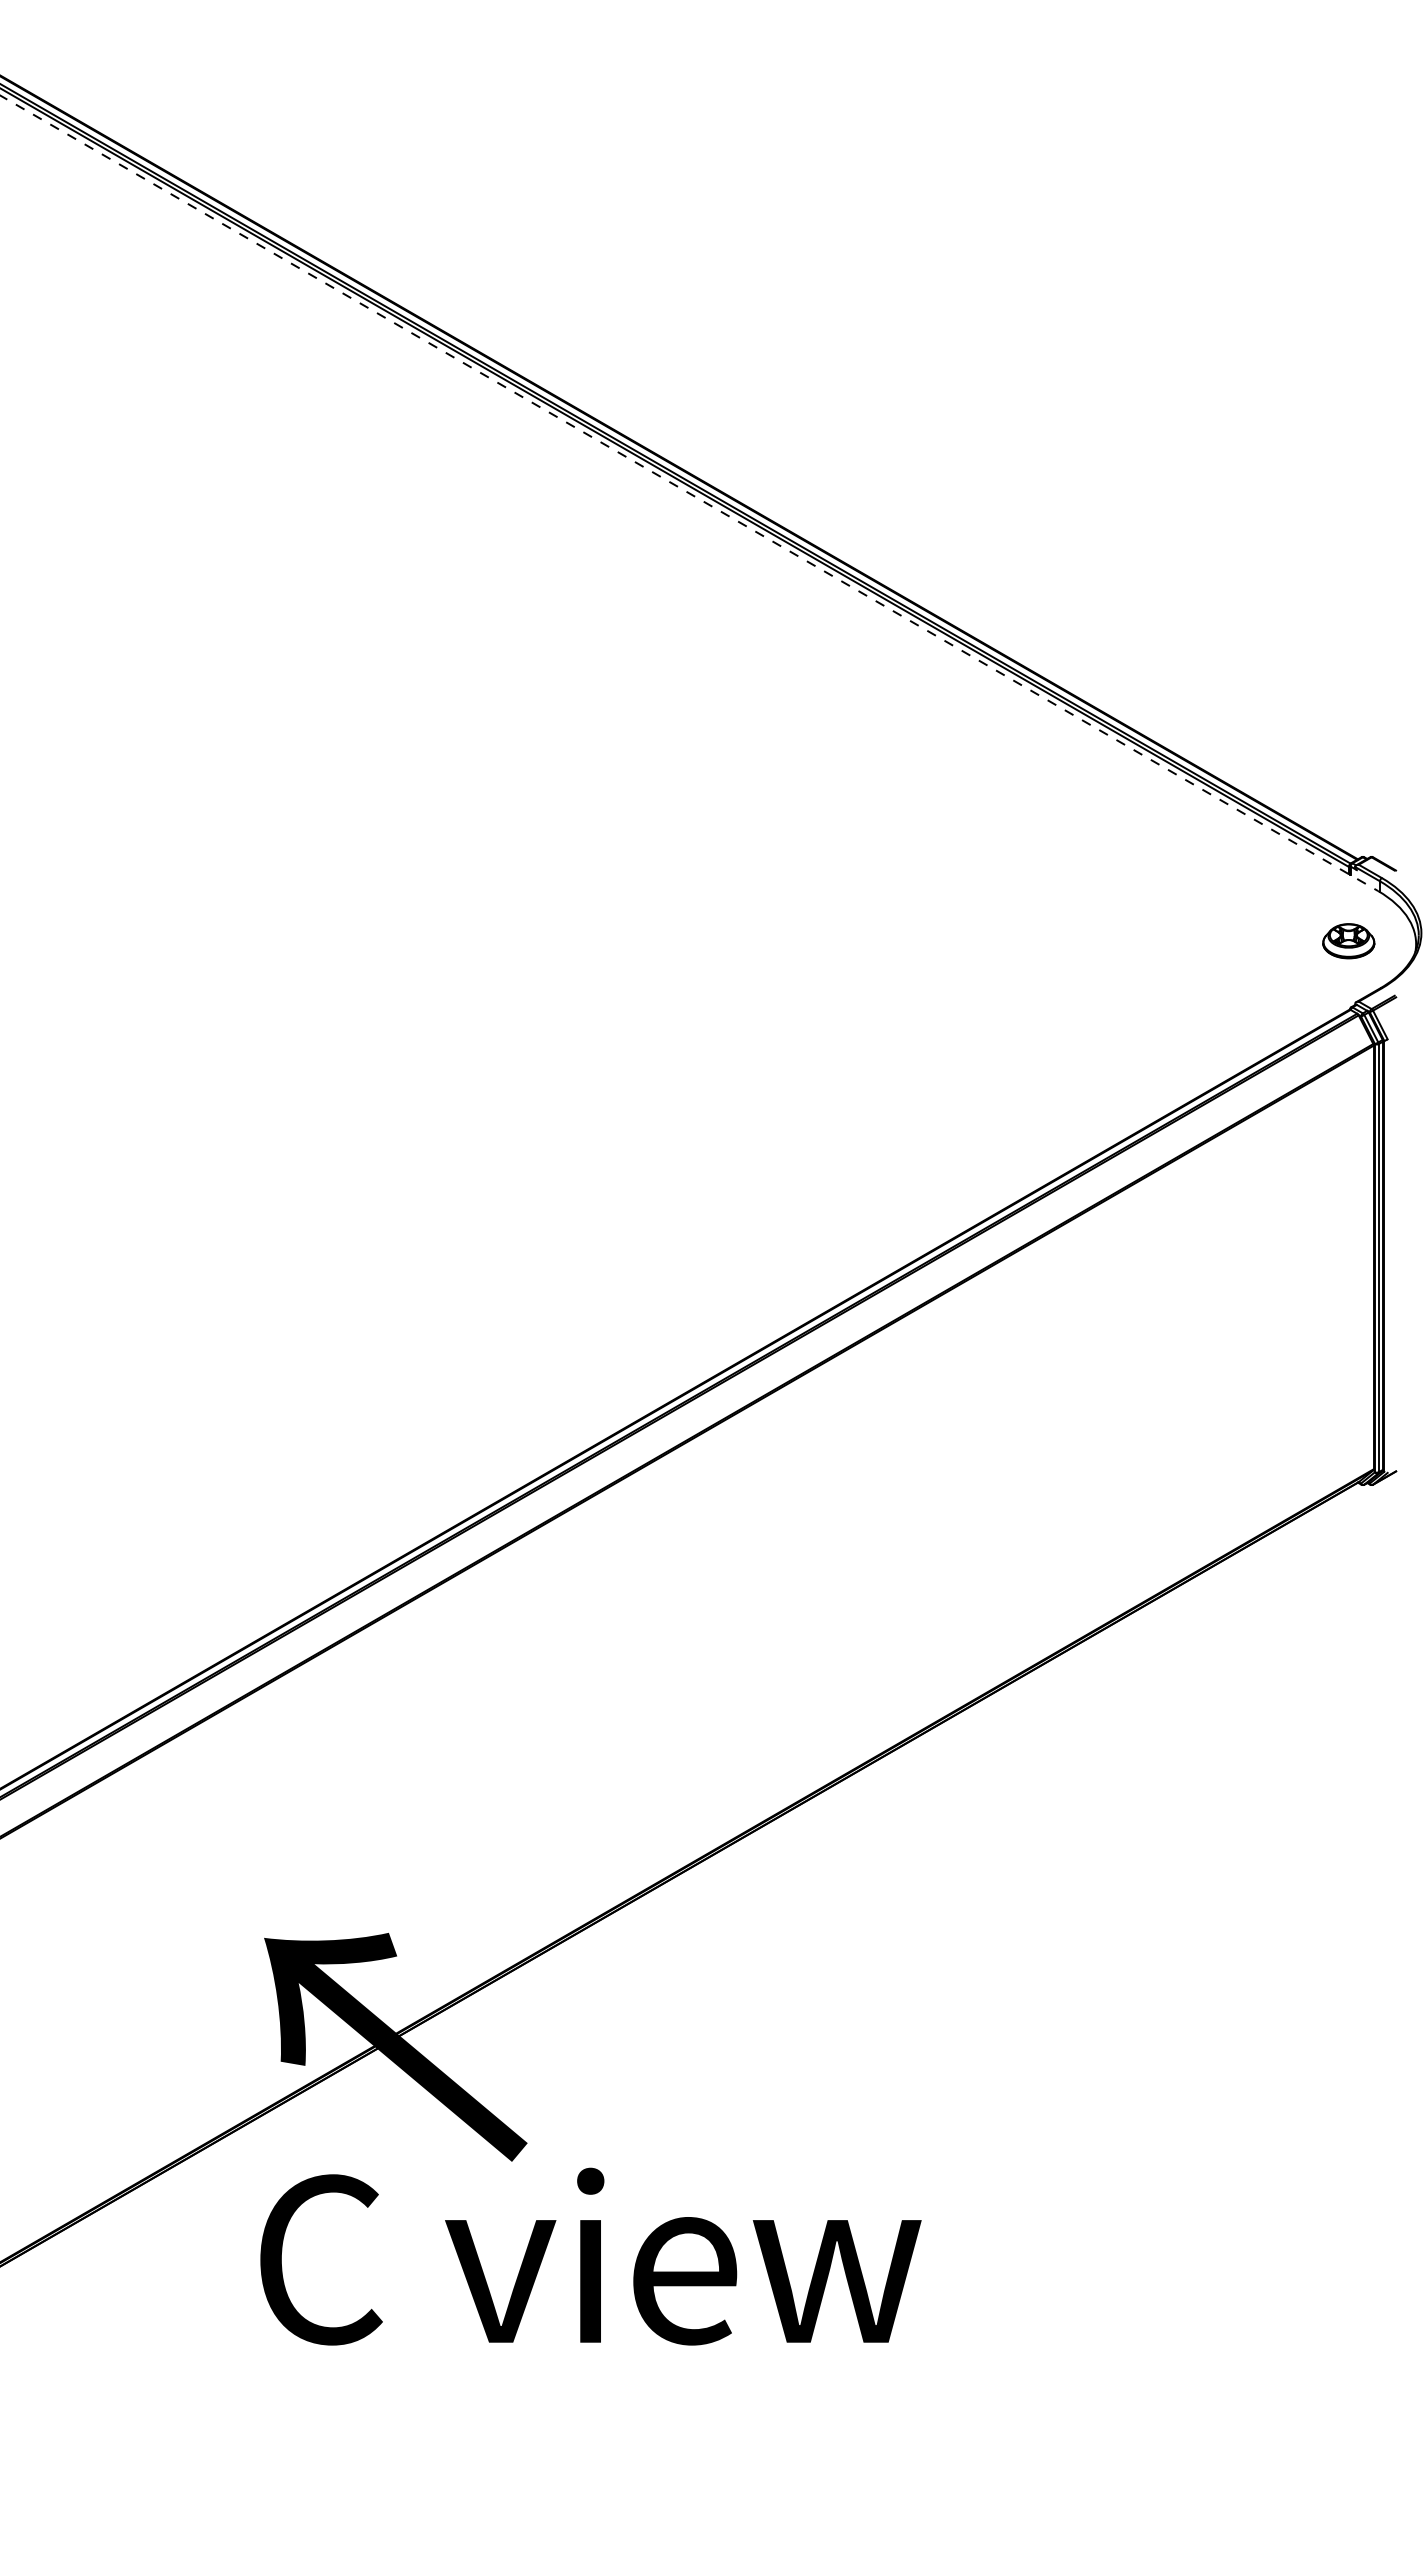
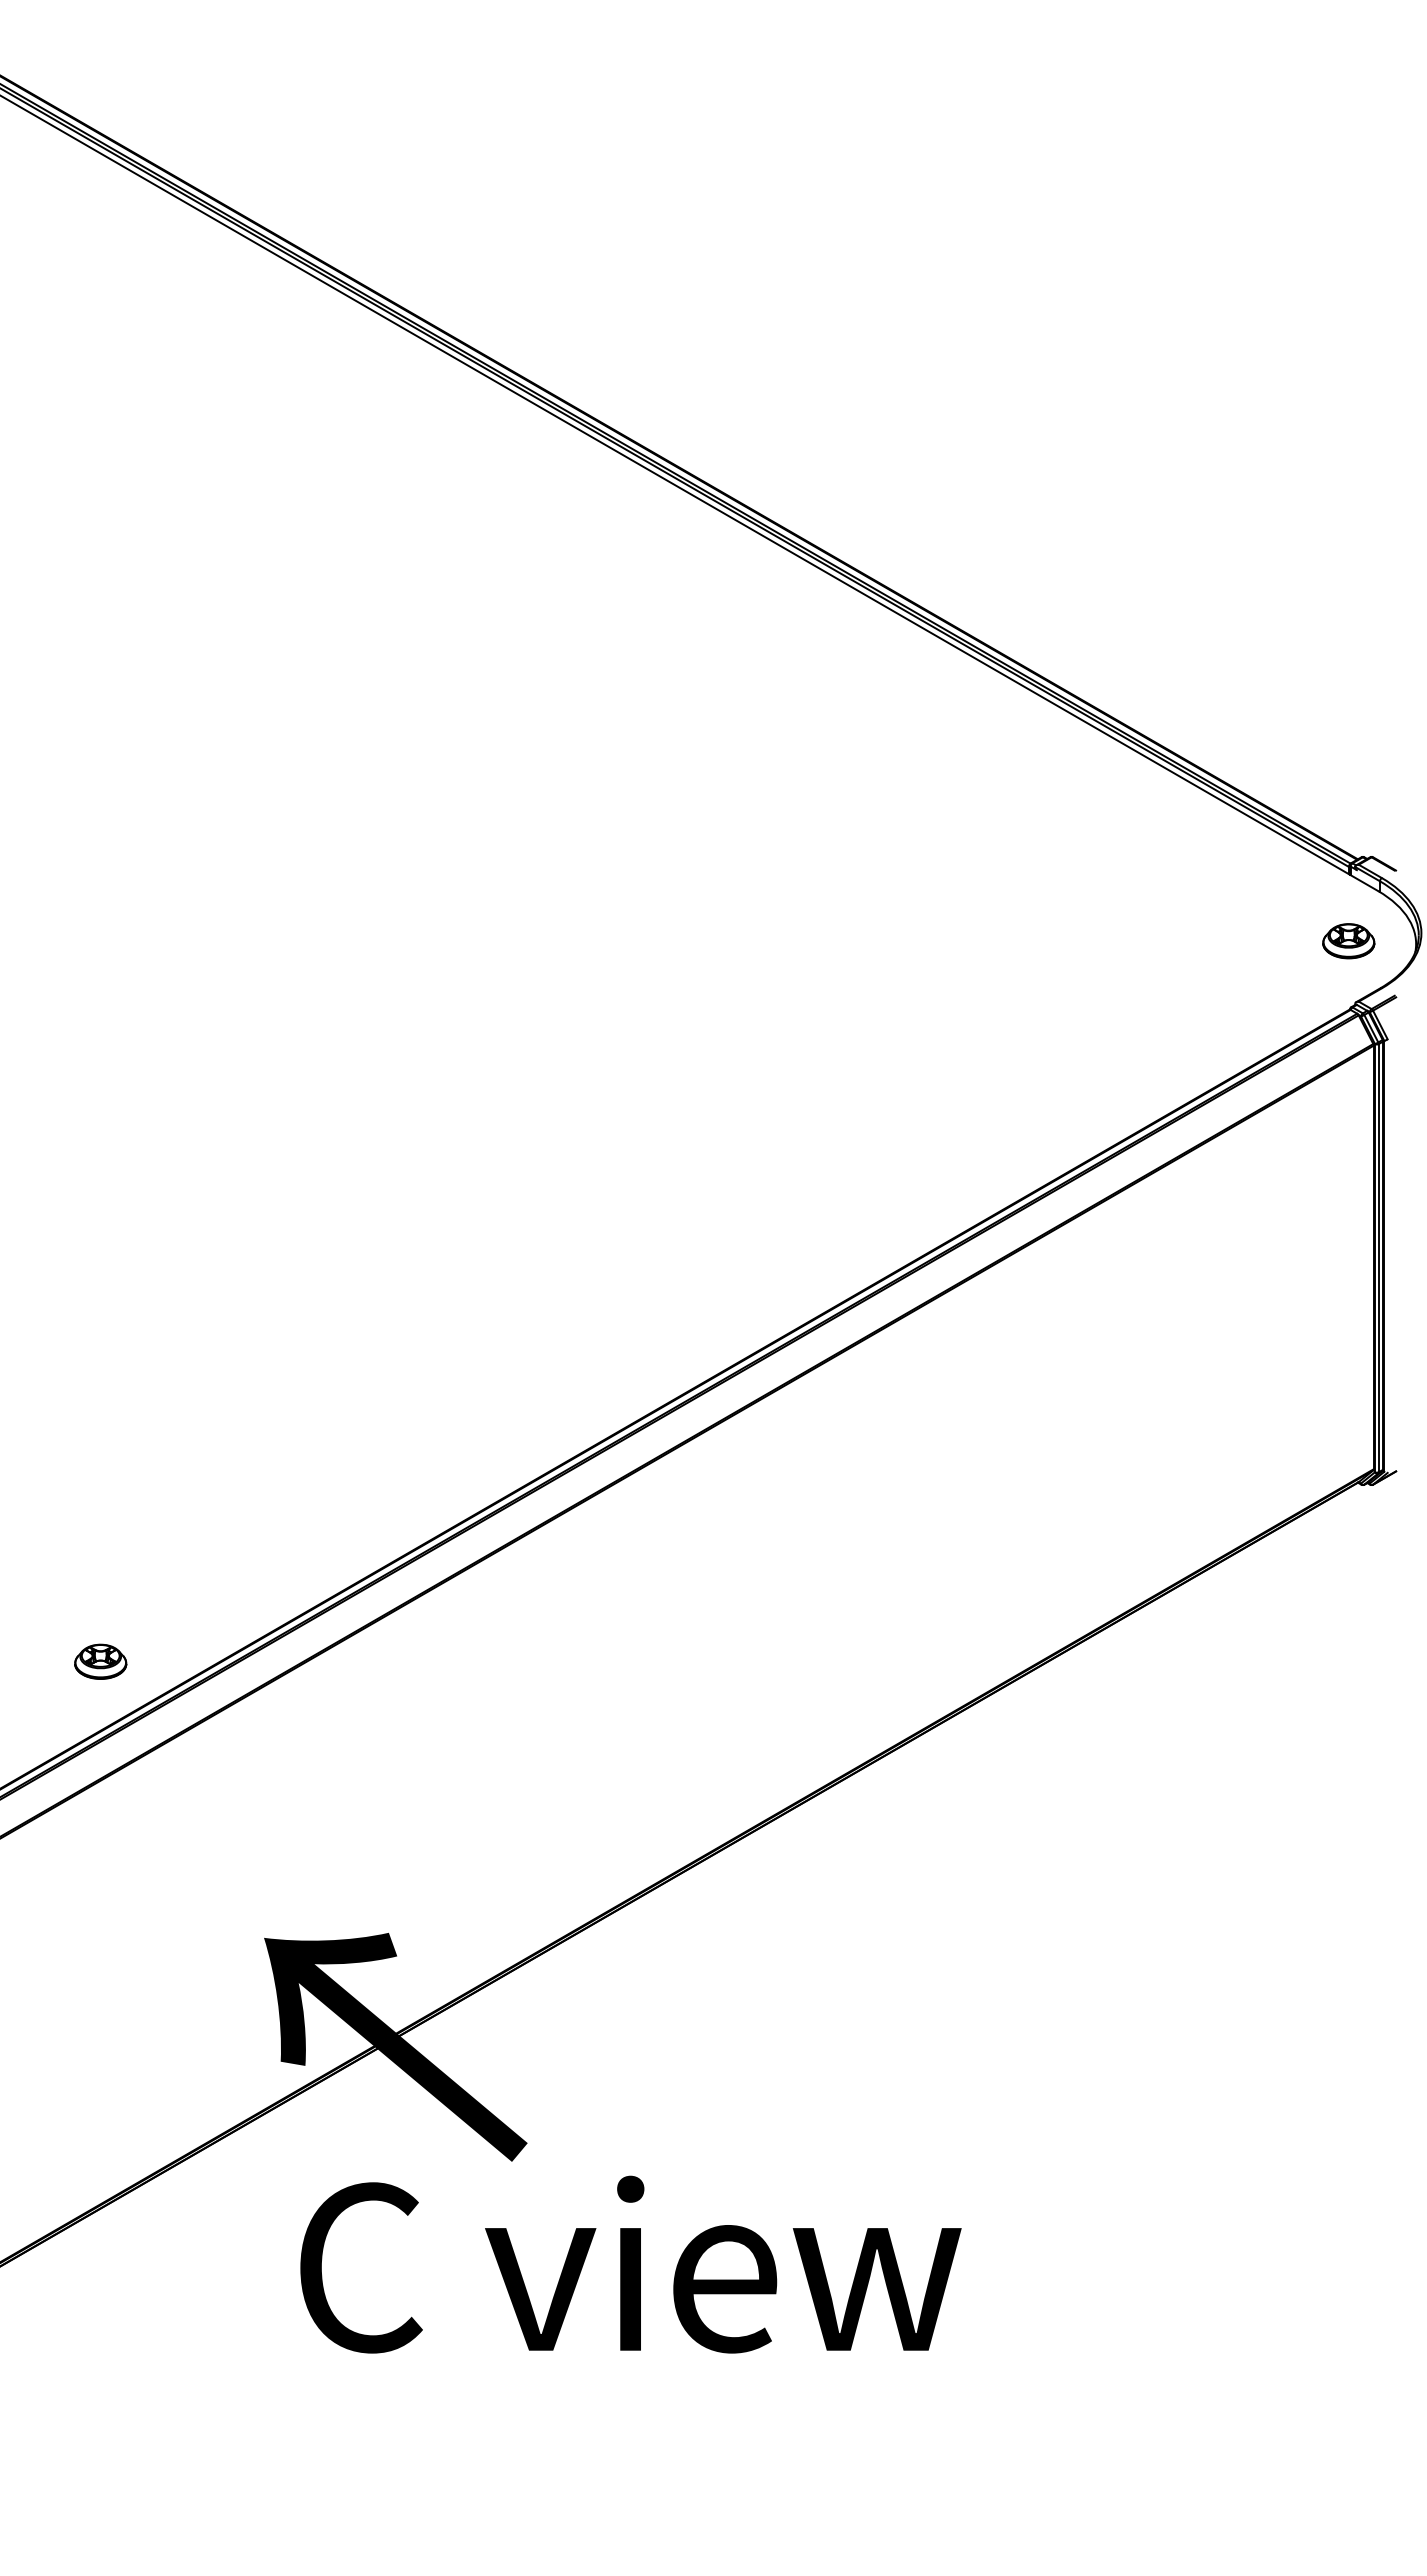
line at (689, 493): dashed -> solid
part at (100, 1661): none -> present
text at (590, 2256) position: (590, 2256) -> (630, 2264)
